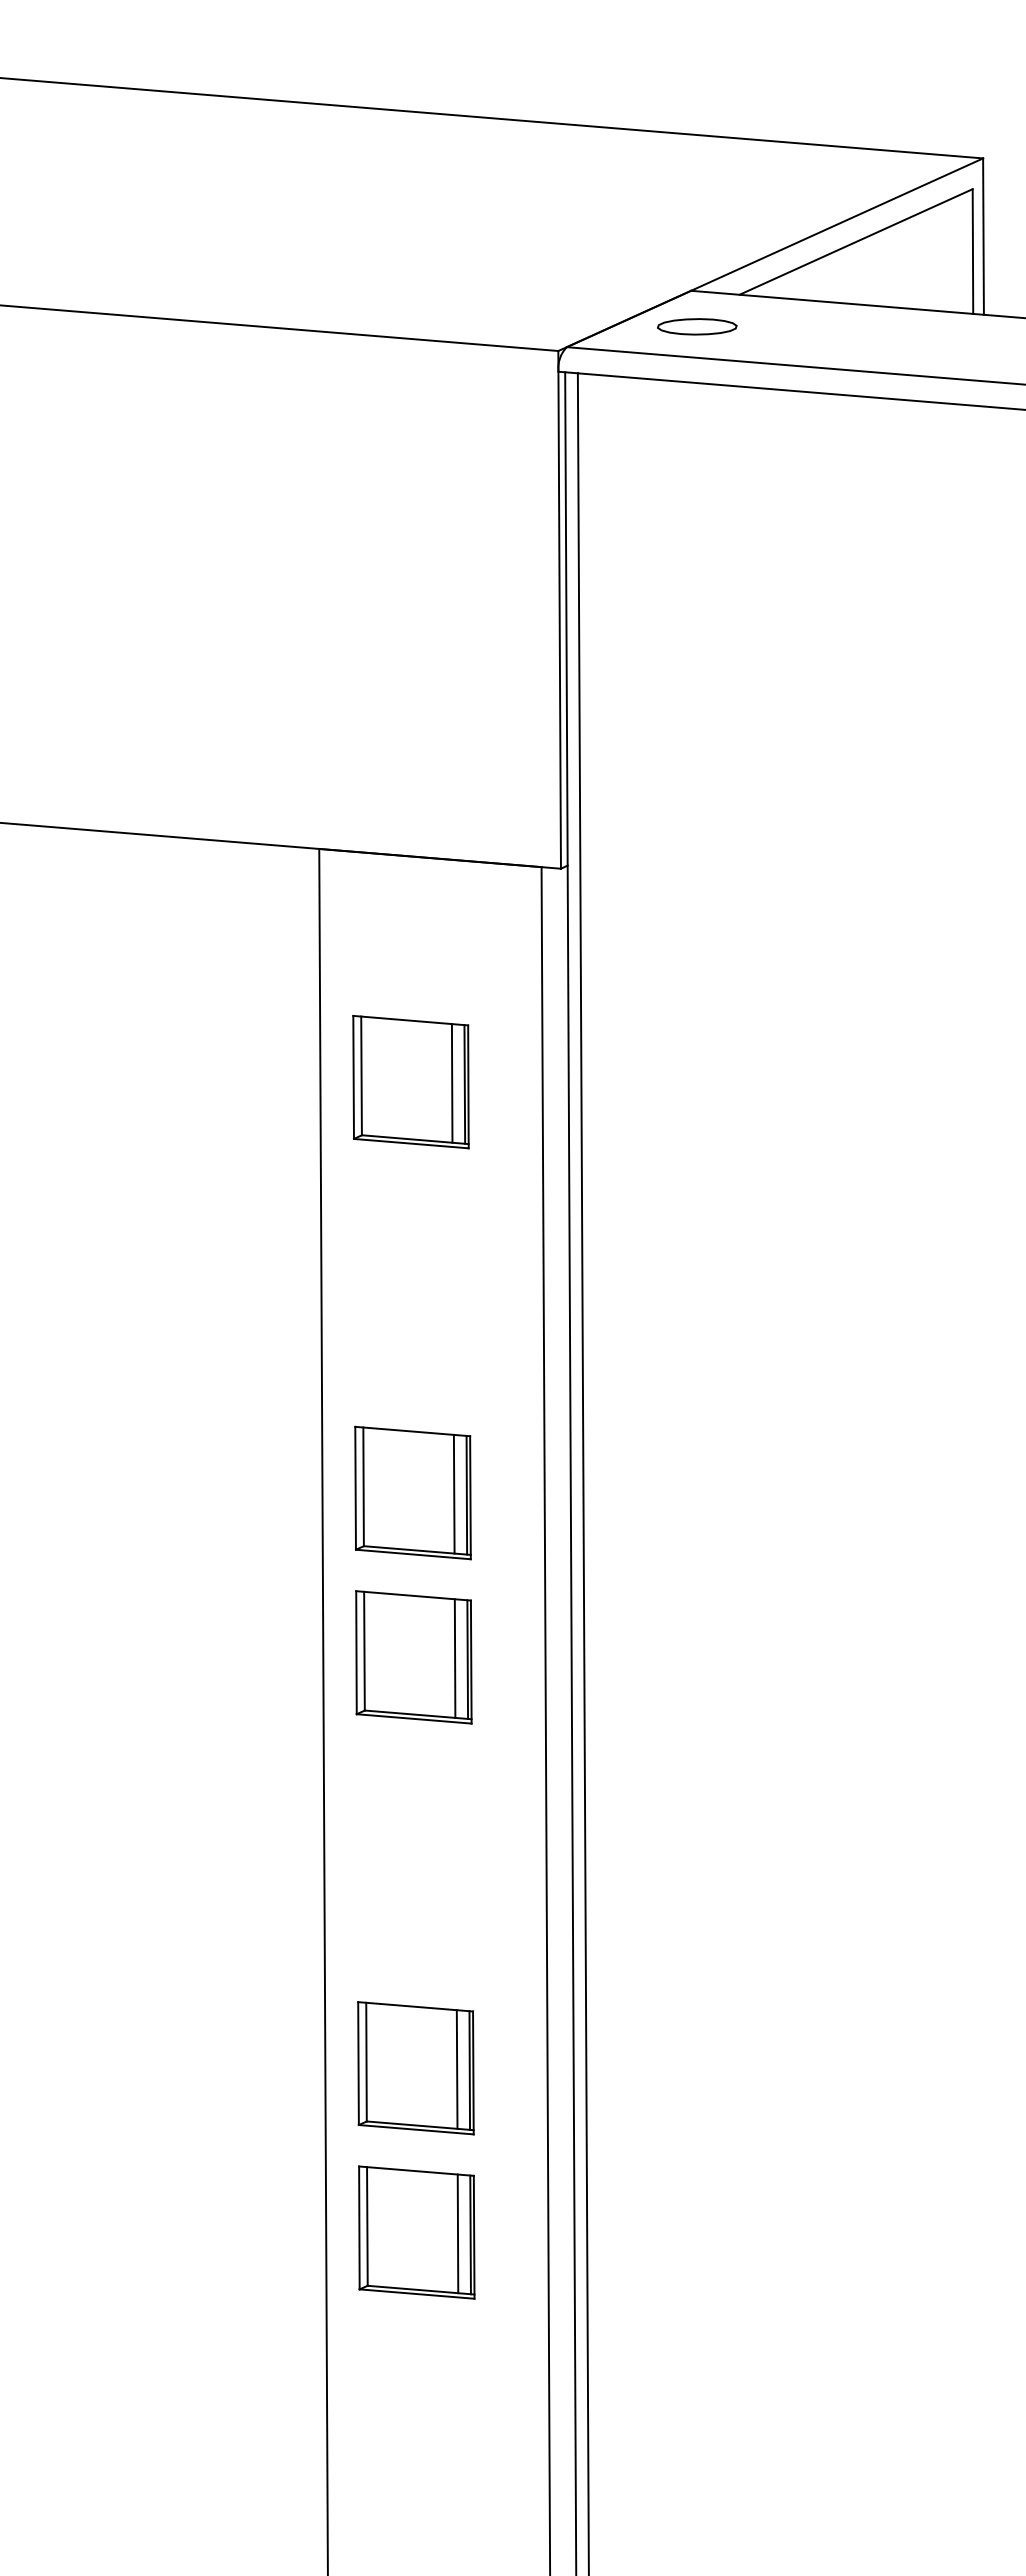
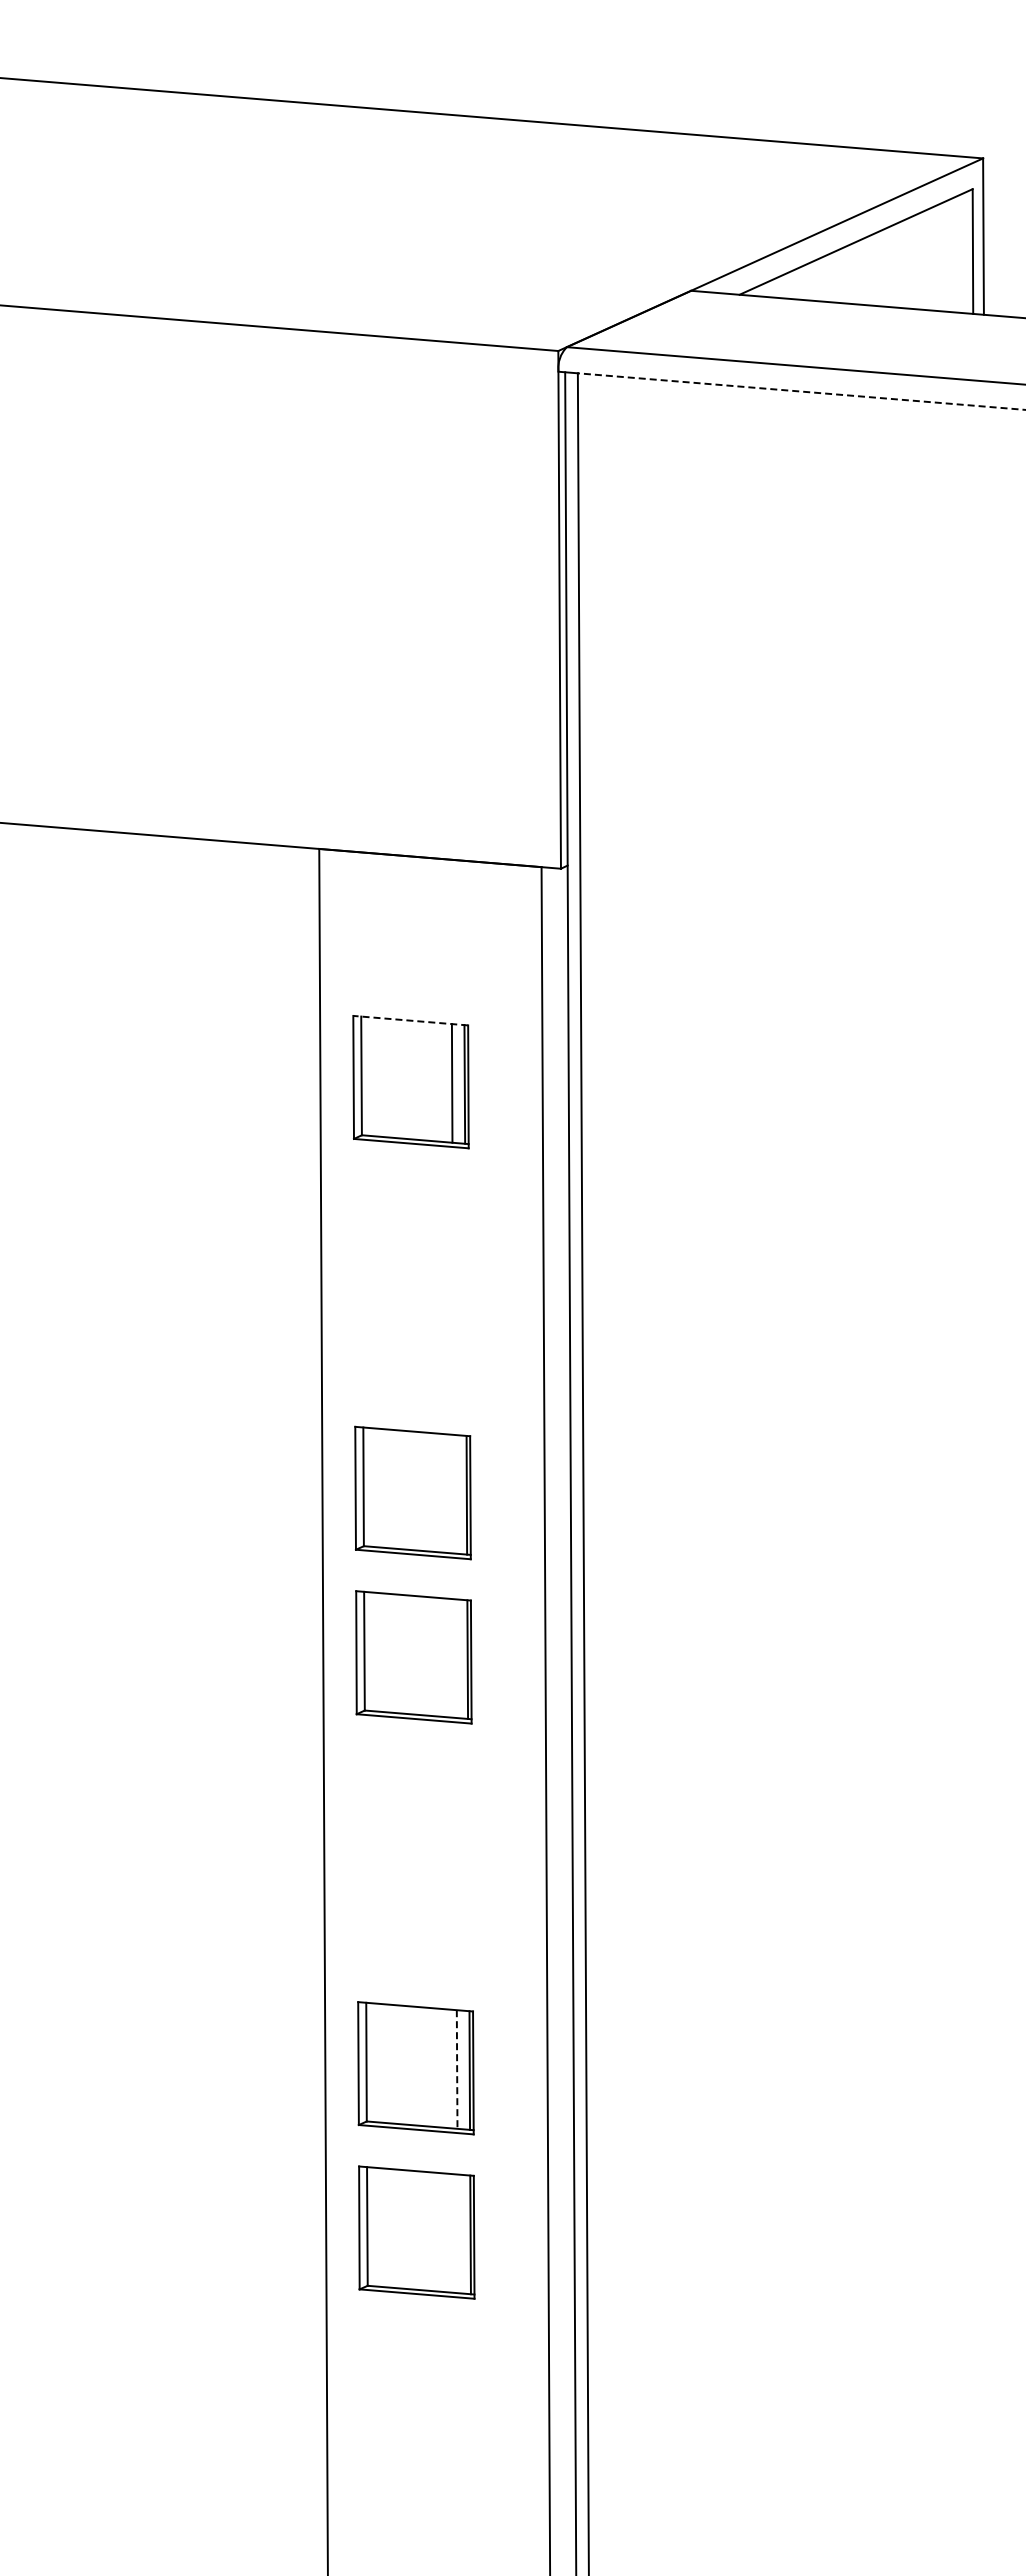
part at (697, 326): present -> none
line at (800, 391): solid -> dashed
line at (410, 1020): solid -> dashed
line at (453, 1493): present -> none
line at (454, 1658): present -> none
line at (457, 2070): solid -> dashed
line at (457, 2233): present -> none
